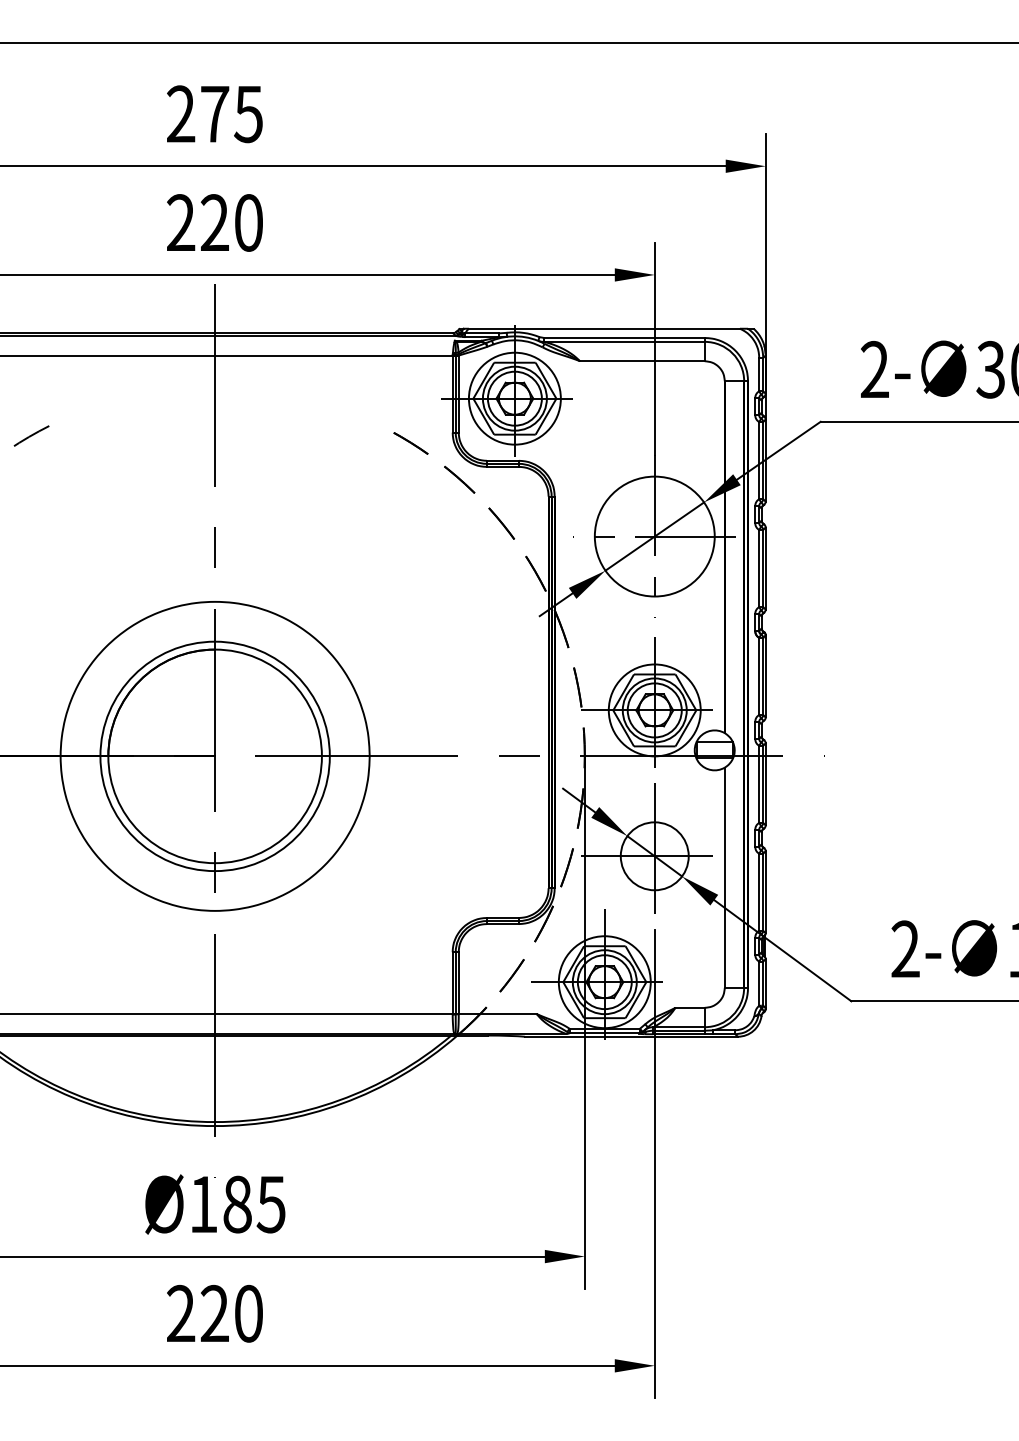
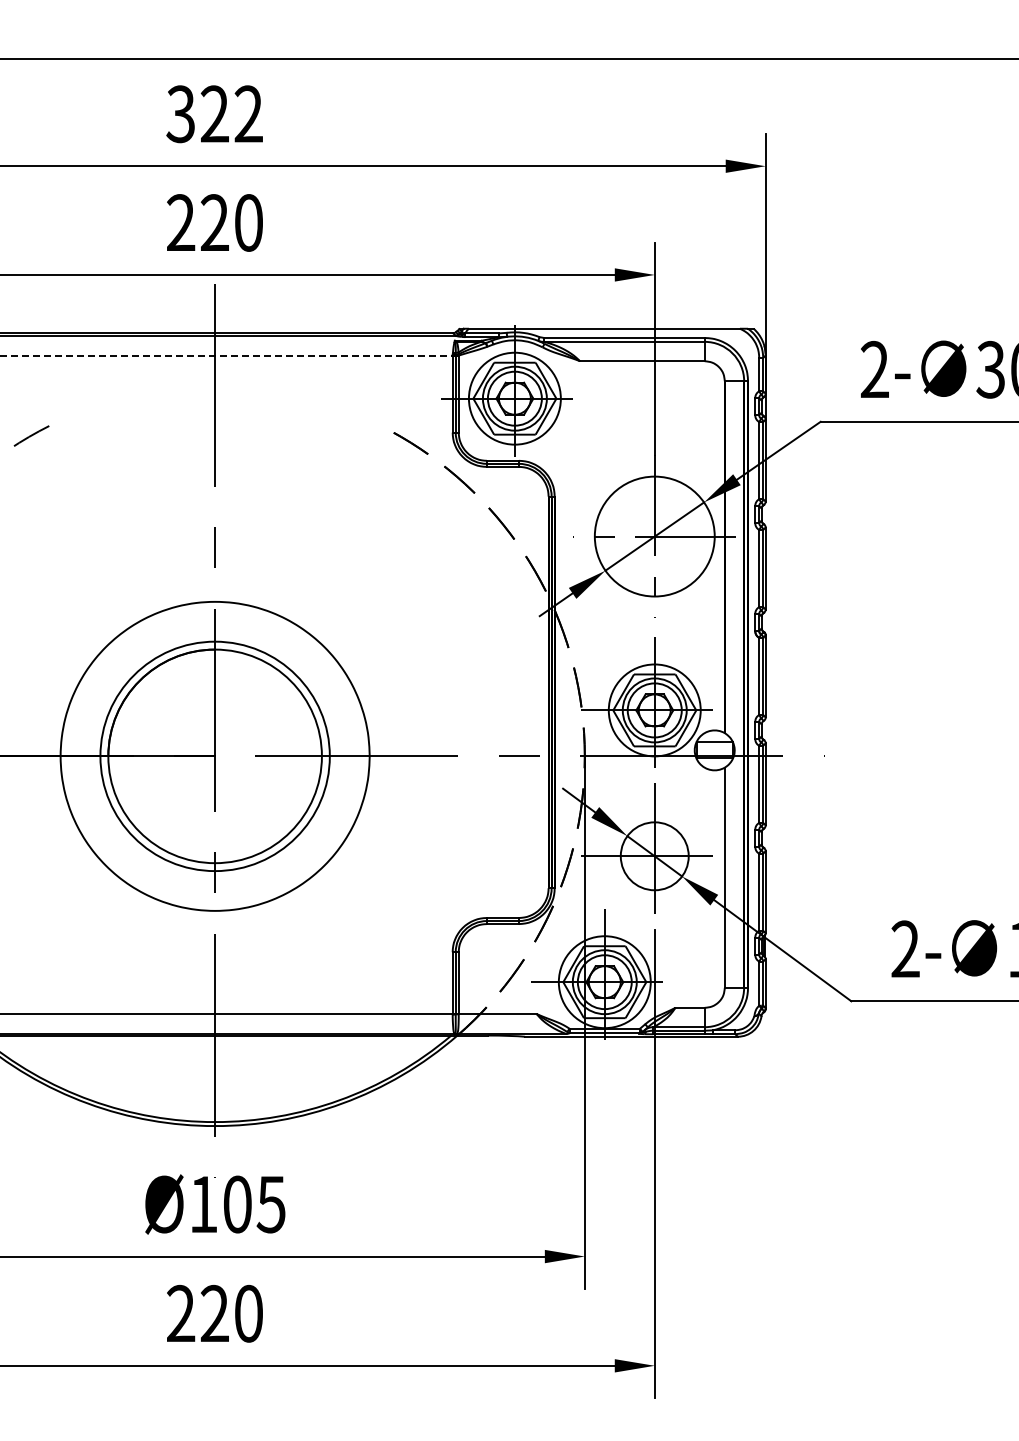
line at (508, 43) position: (508, 43) -> (508, 59)
text at (214, 114): 275 -> 322
line at (227, 355): solid -> dashed
text at (237, 1204): Ø185 -> Ø105
